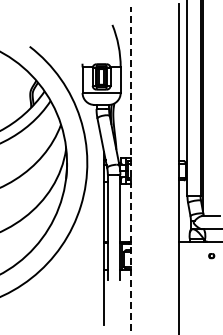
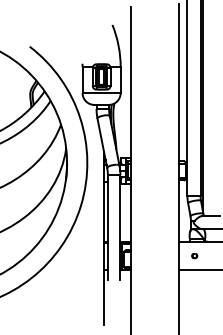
line at (131, 170): dashed -> solid
part at (211, 256) position: (211, 256) -> (194, 256)
line at (199, 270): none -> present
